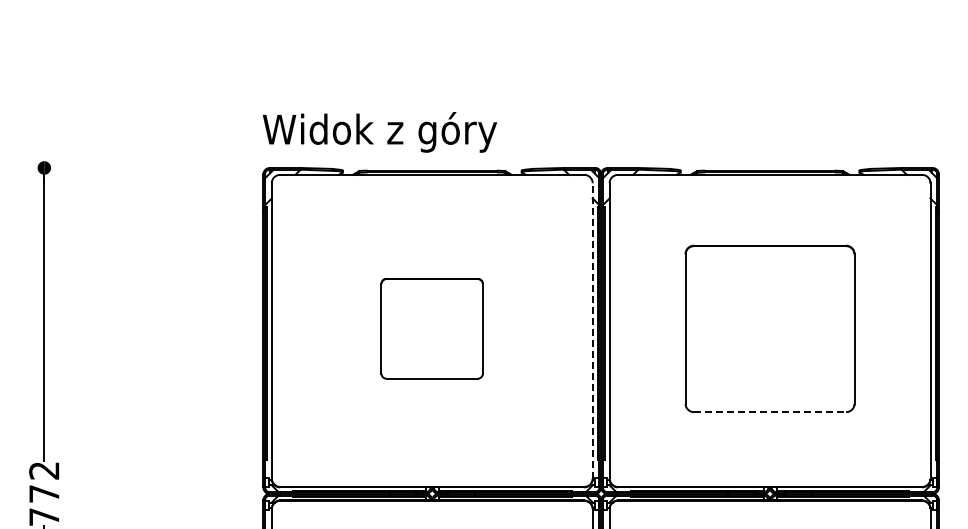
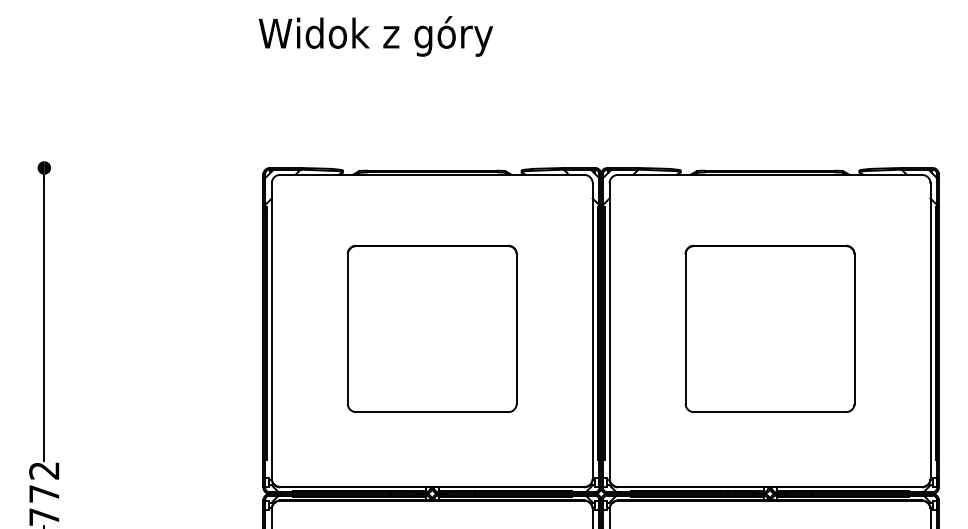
text at (379, 132) position: (379, 132) -> (375, 36)
part at (431, 328) size: 104x102 px -> 172x169 px
line at (592, 330): dashed -> solid
line at (770, 412): dashed -> solid
